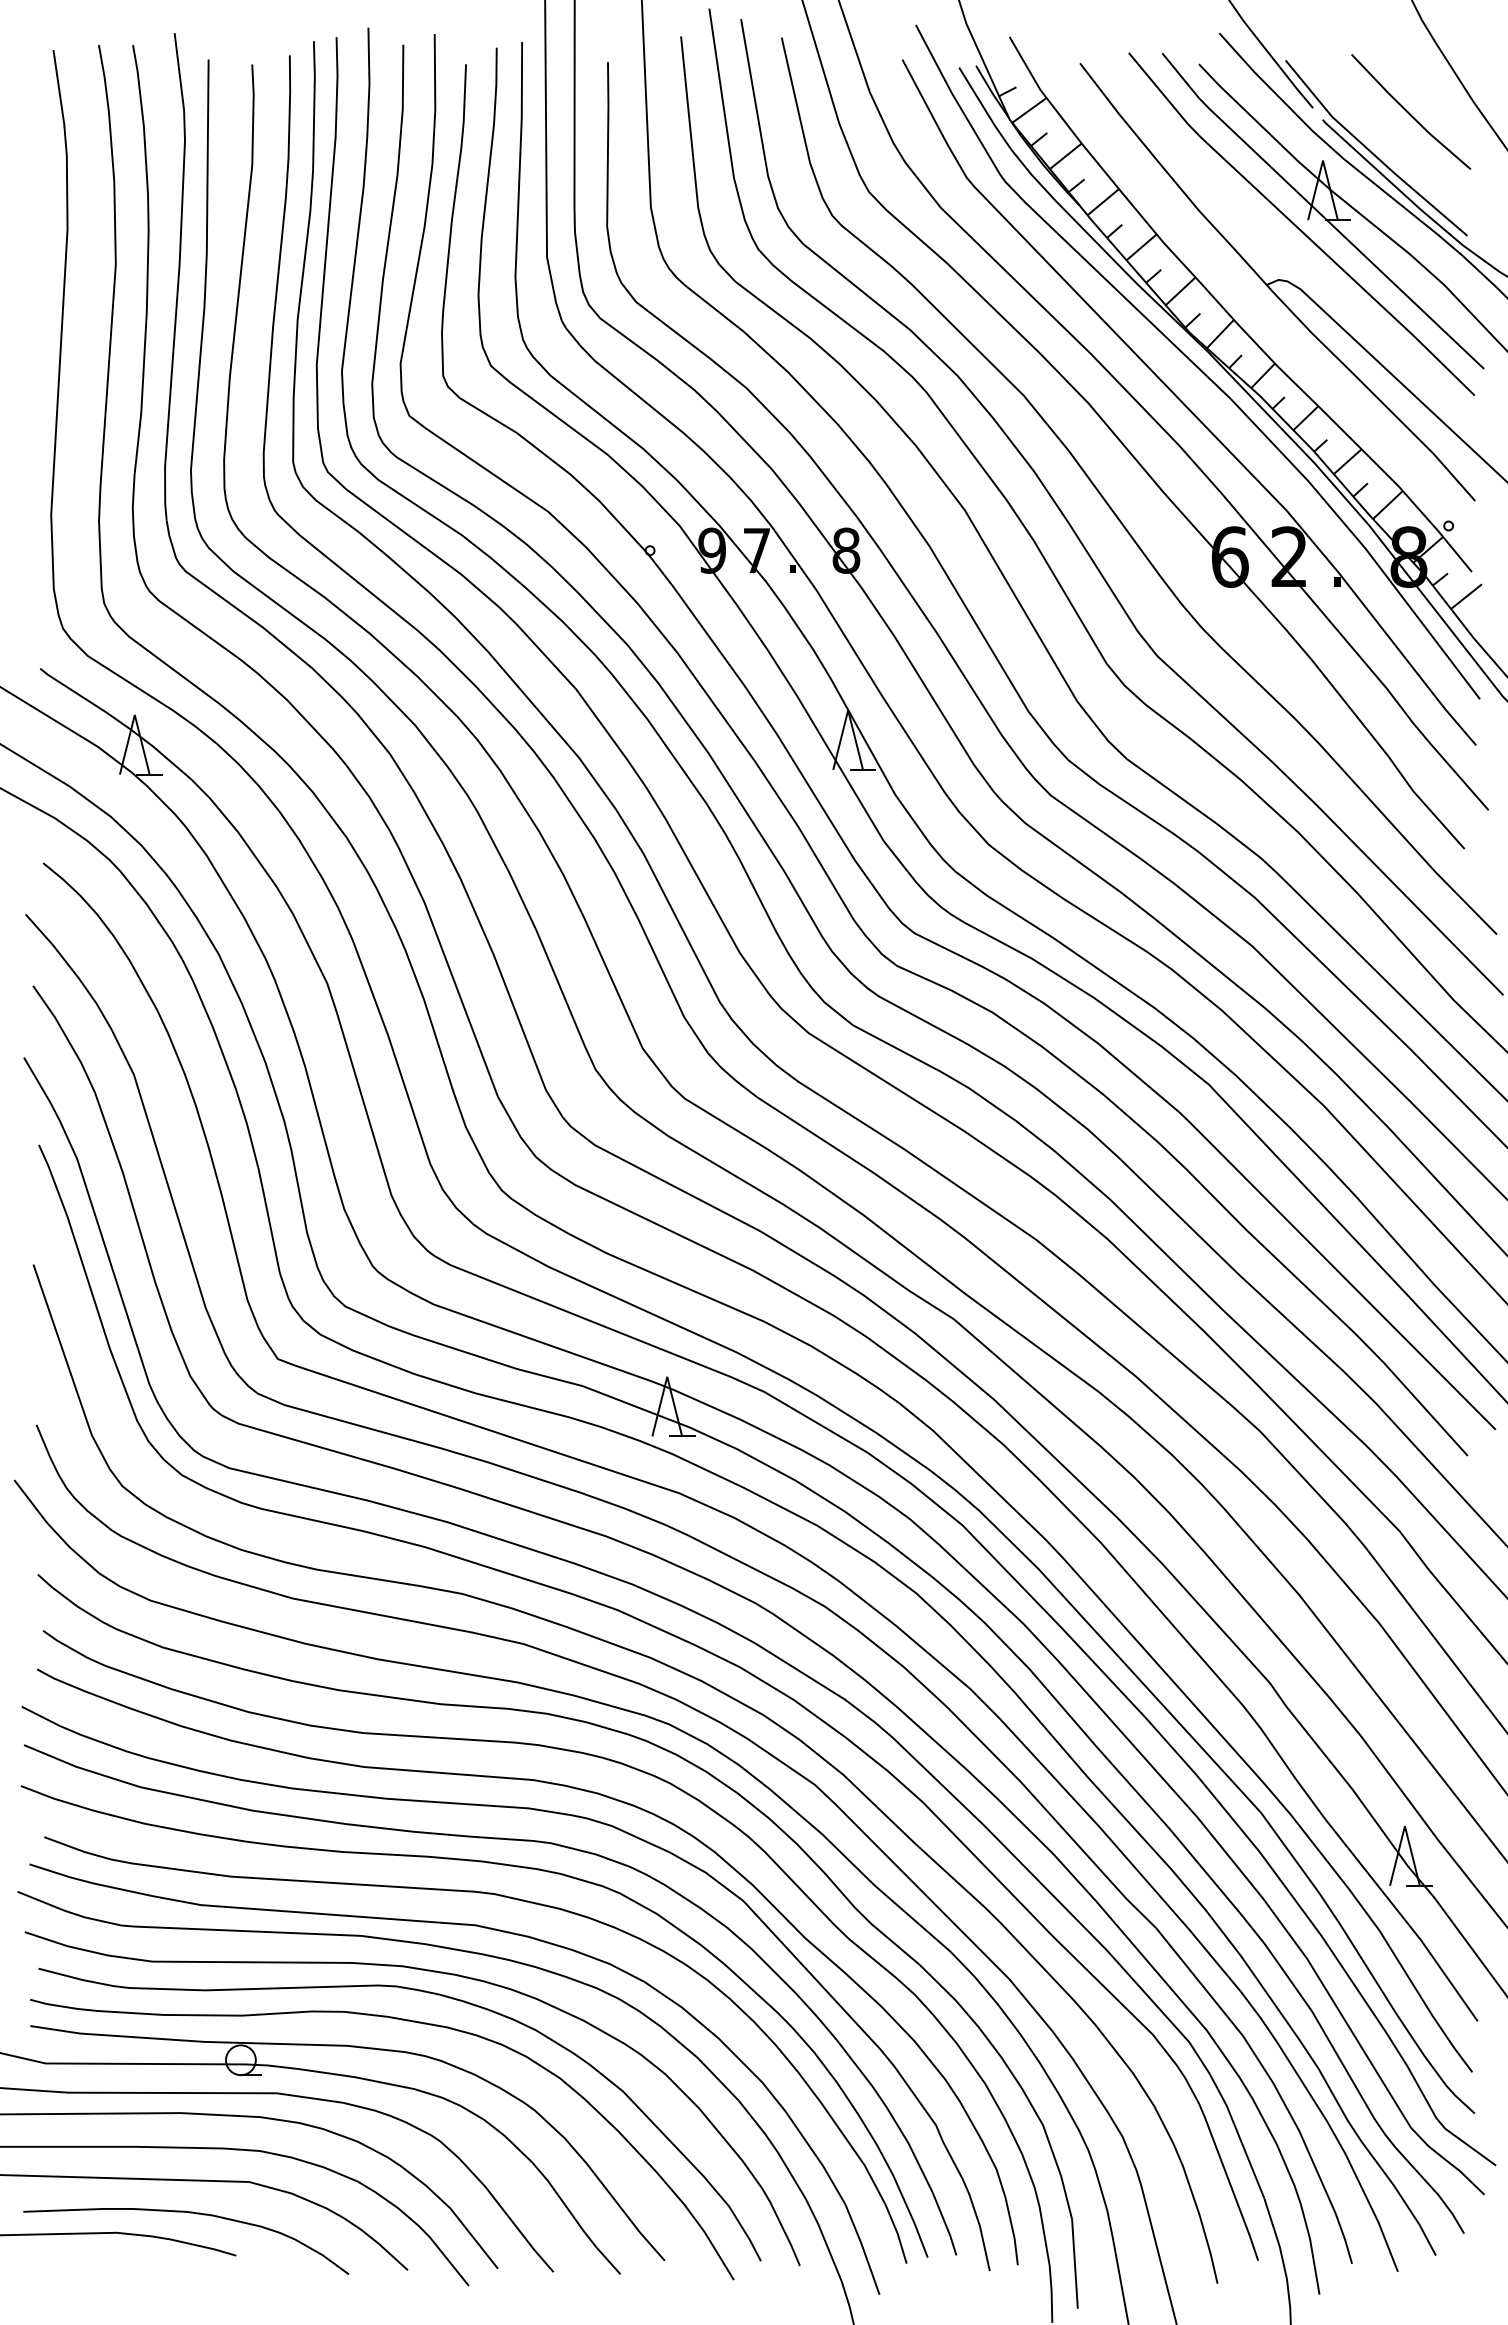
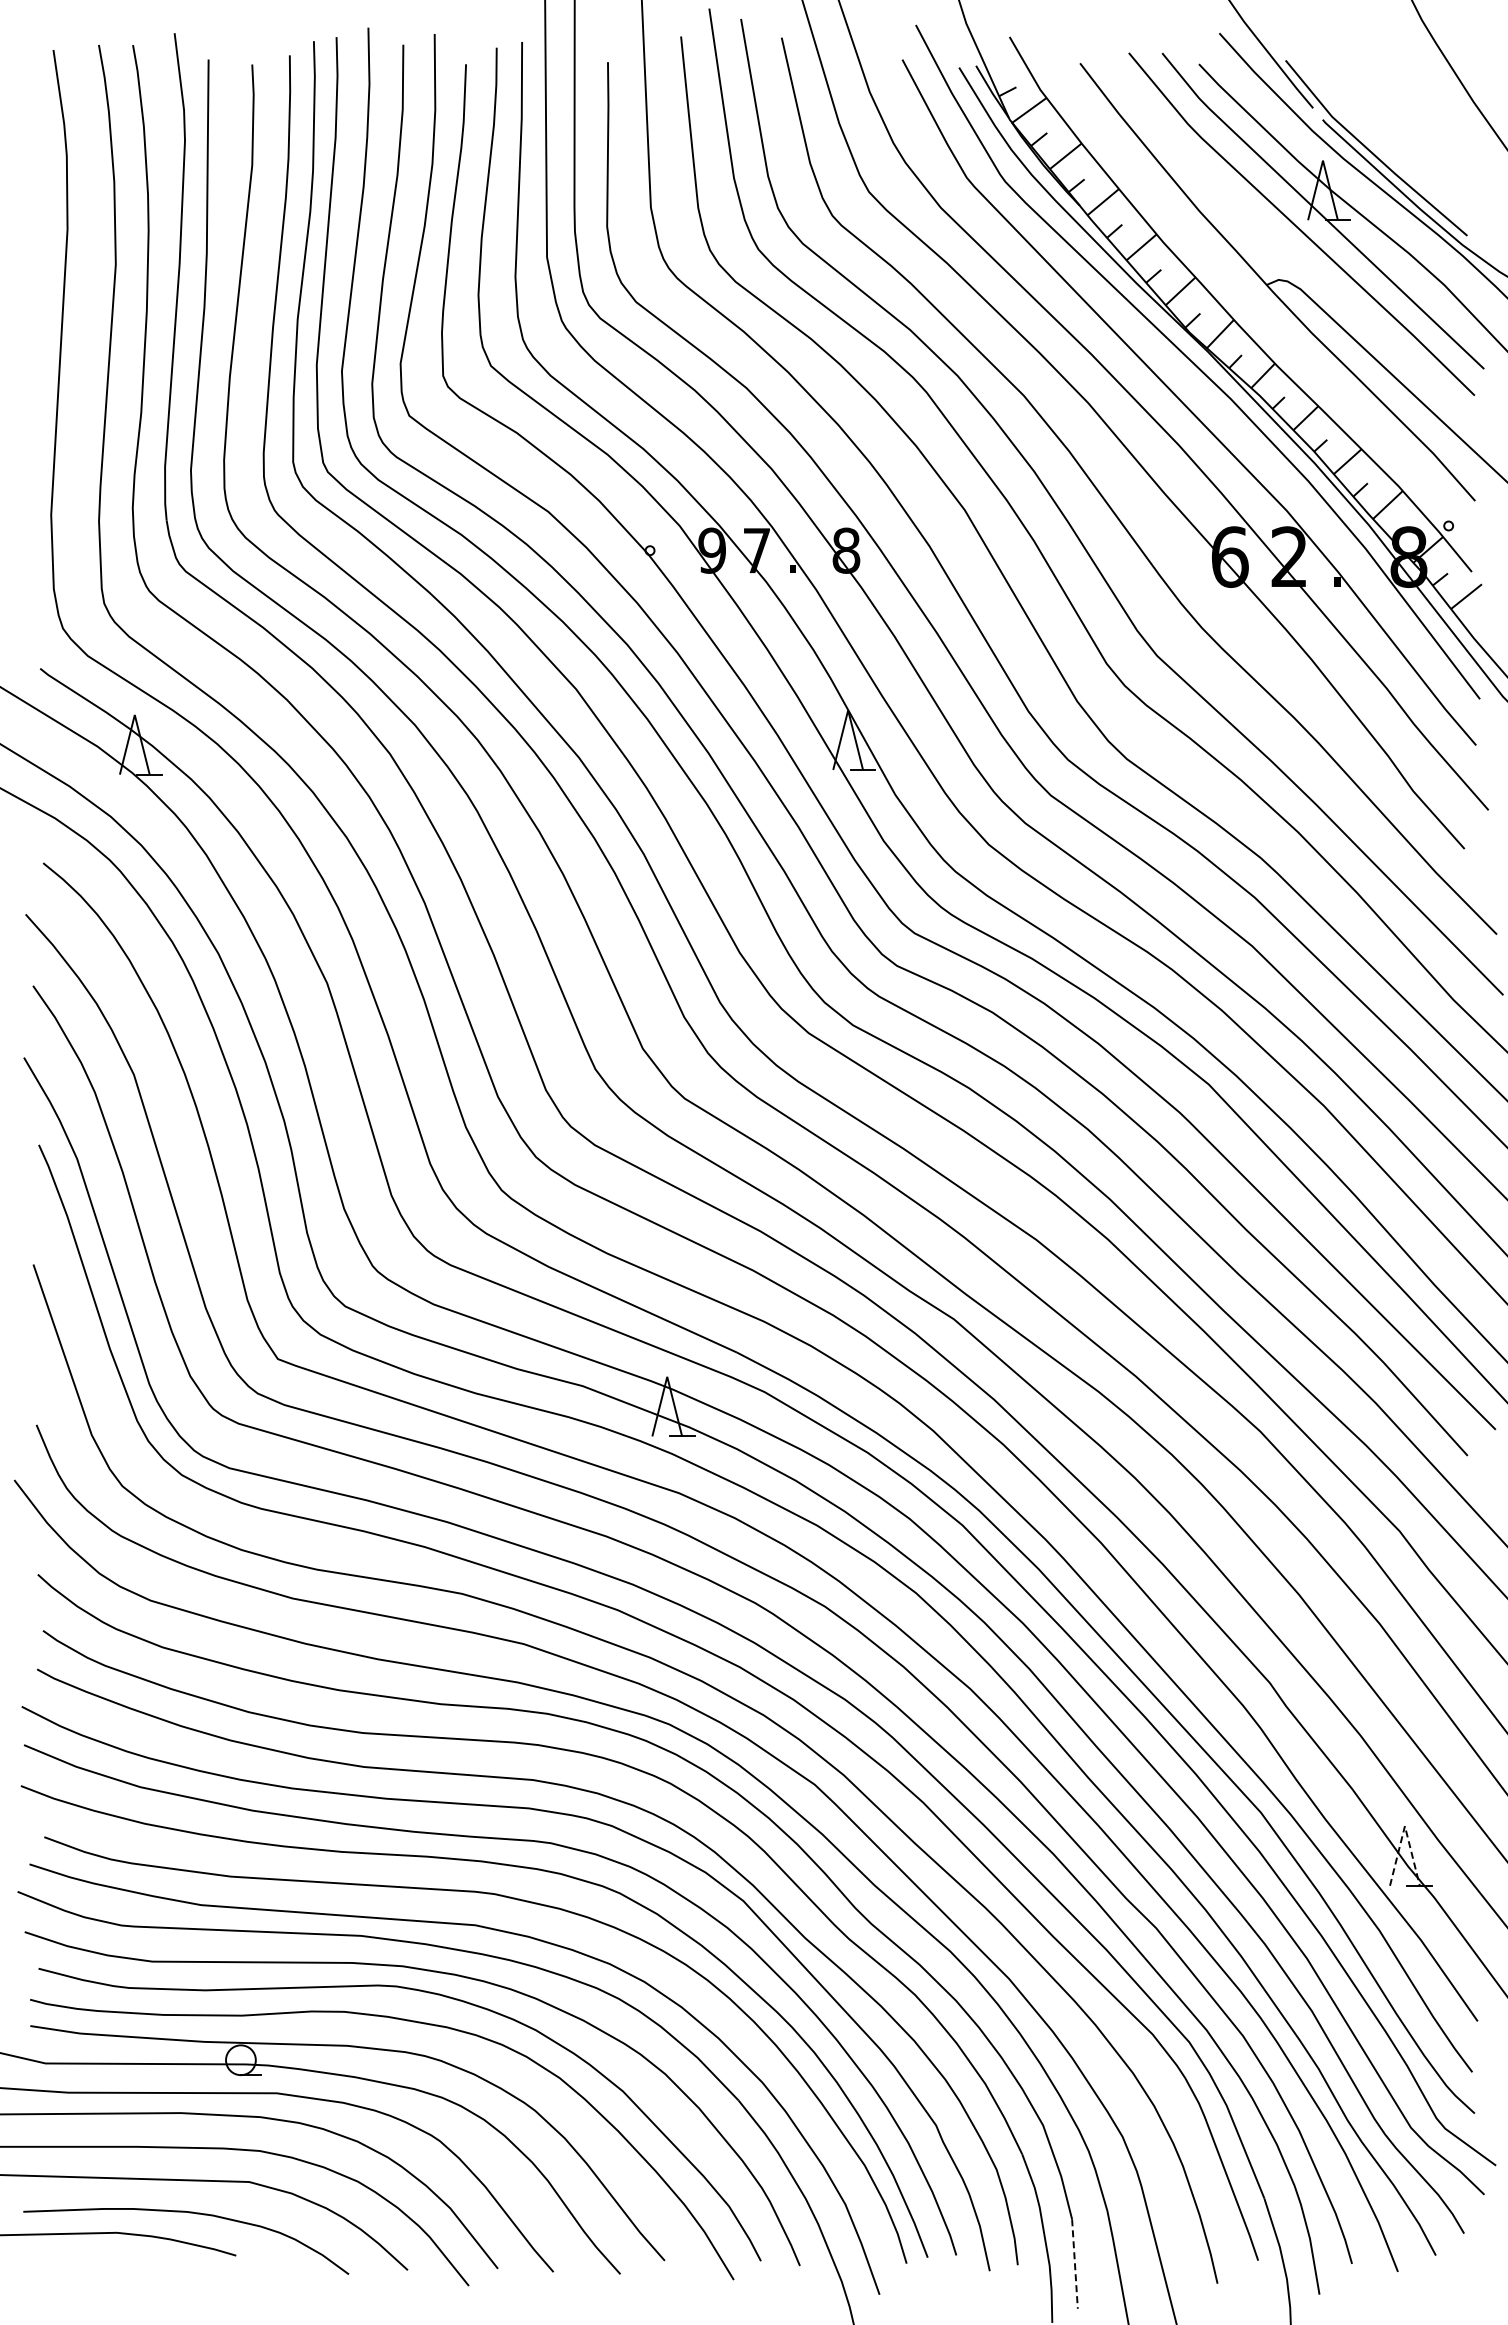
line at (1409, 112): present -> none
line at (1404, 1826): solid -> dashed
line at (1074, 2264): solid -> dashed
